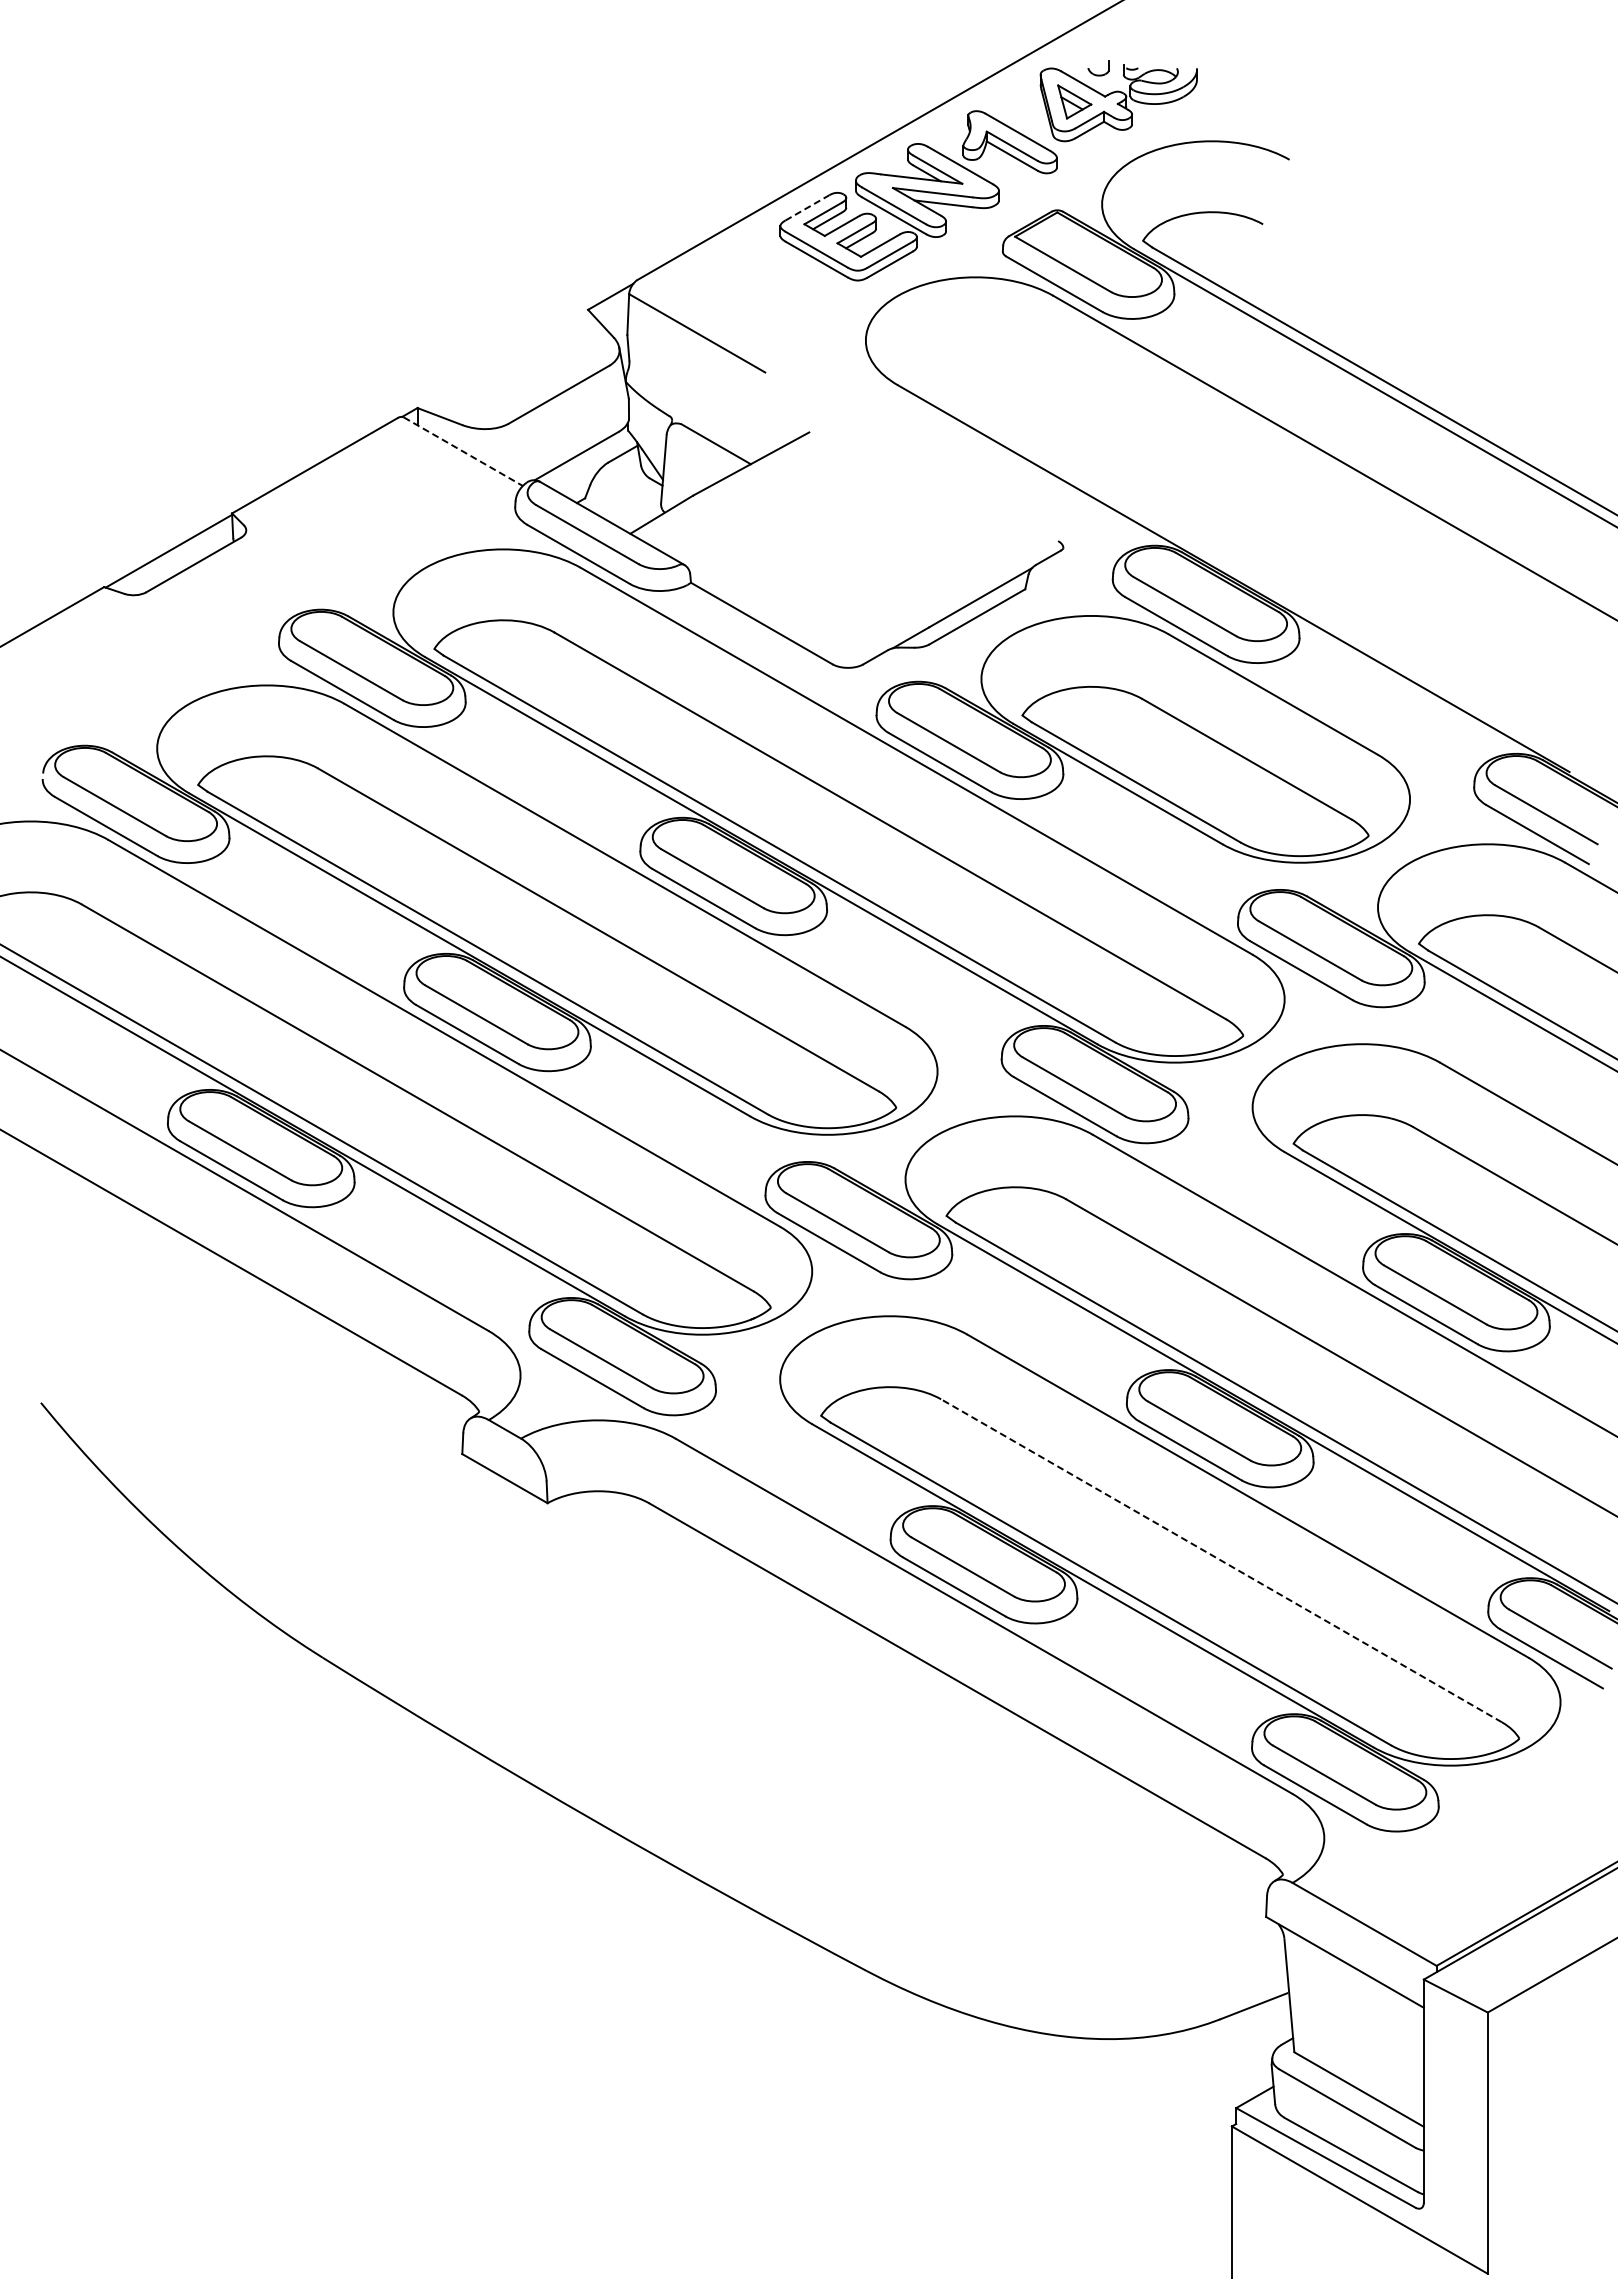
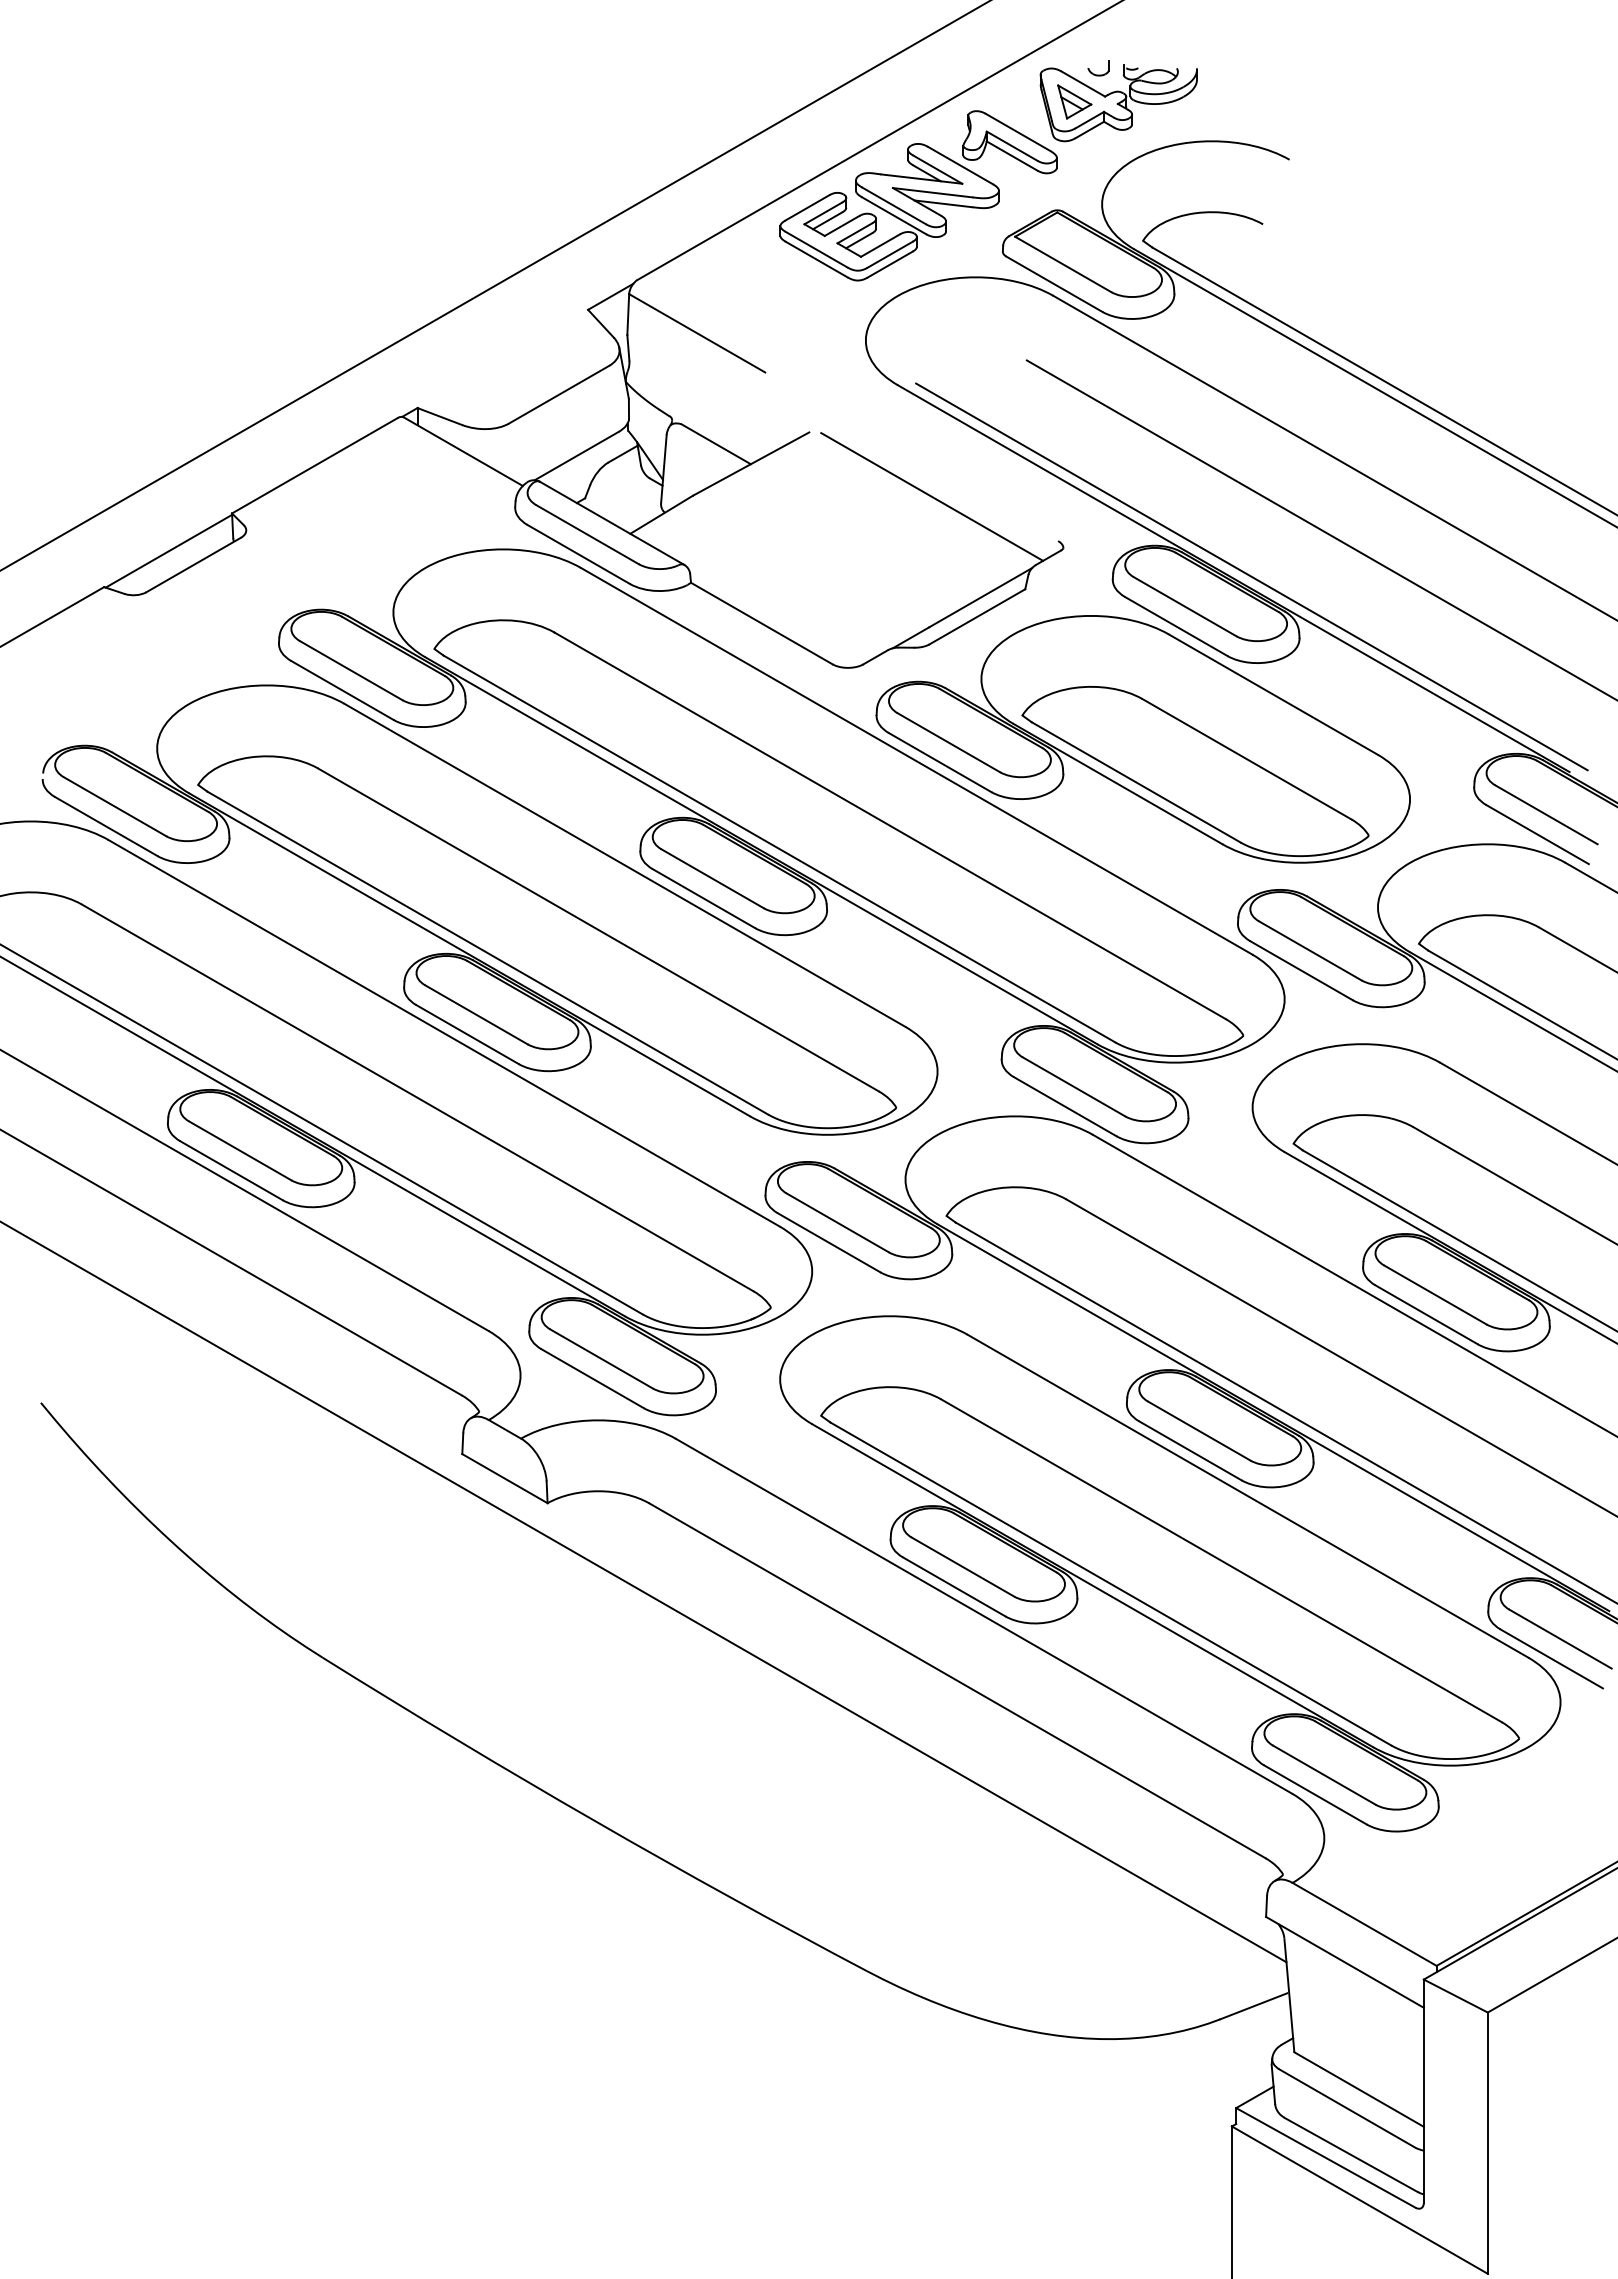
line at (807, 207): dashed -> solid
line at (494, 285): none -> present
line at (463, 451): dashed -> solid
line at (932, 496): none -> present
line at (1320, 529): none -> present
line at (1251, 576): none -> present
line at (1221, 1560): dashed -> solid
line at (644, 1592): none -> present
